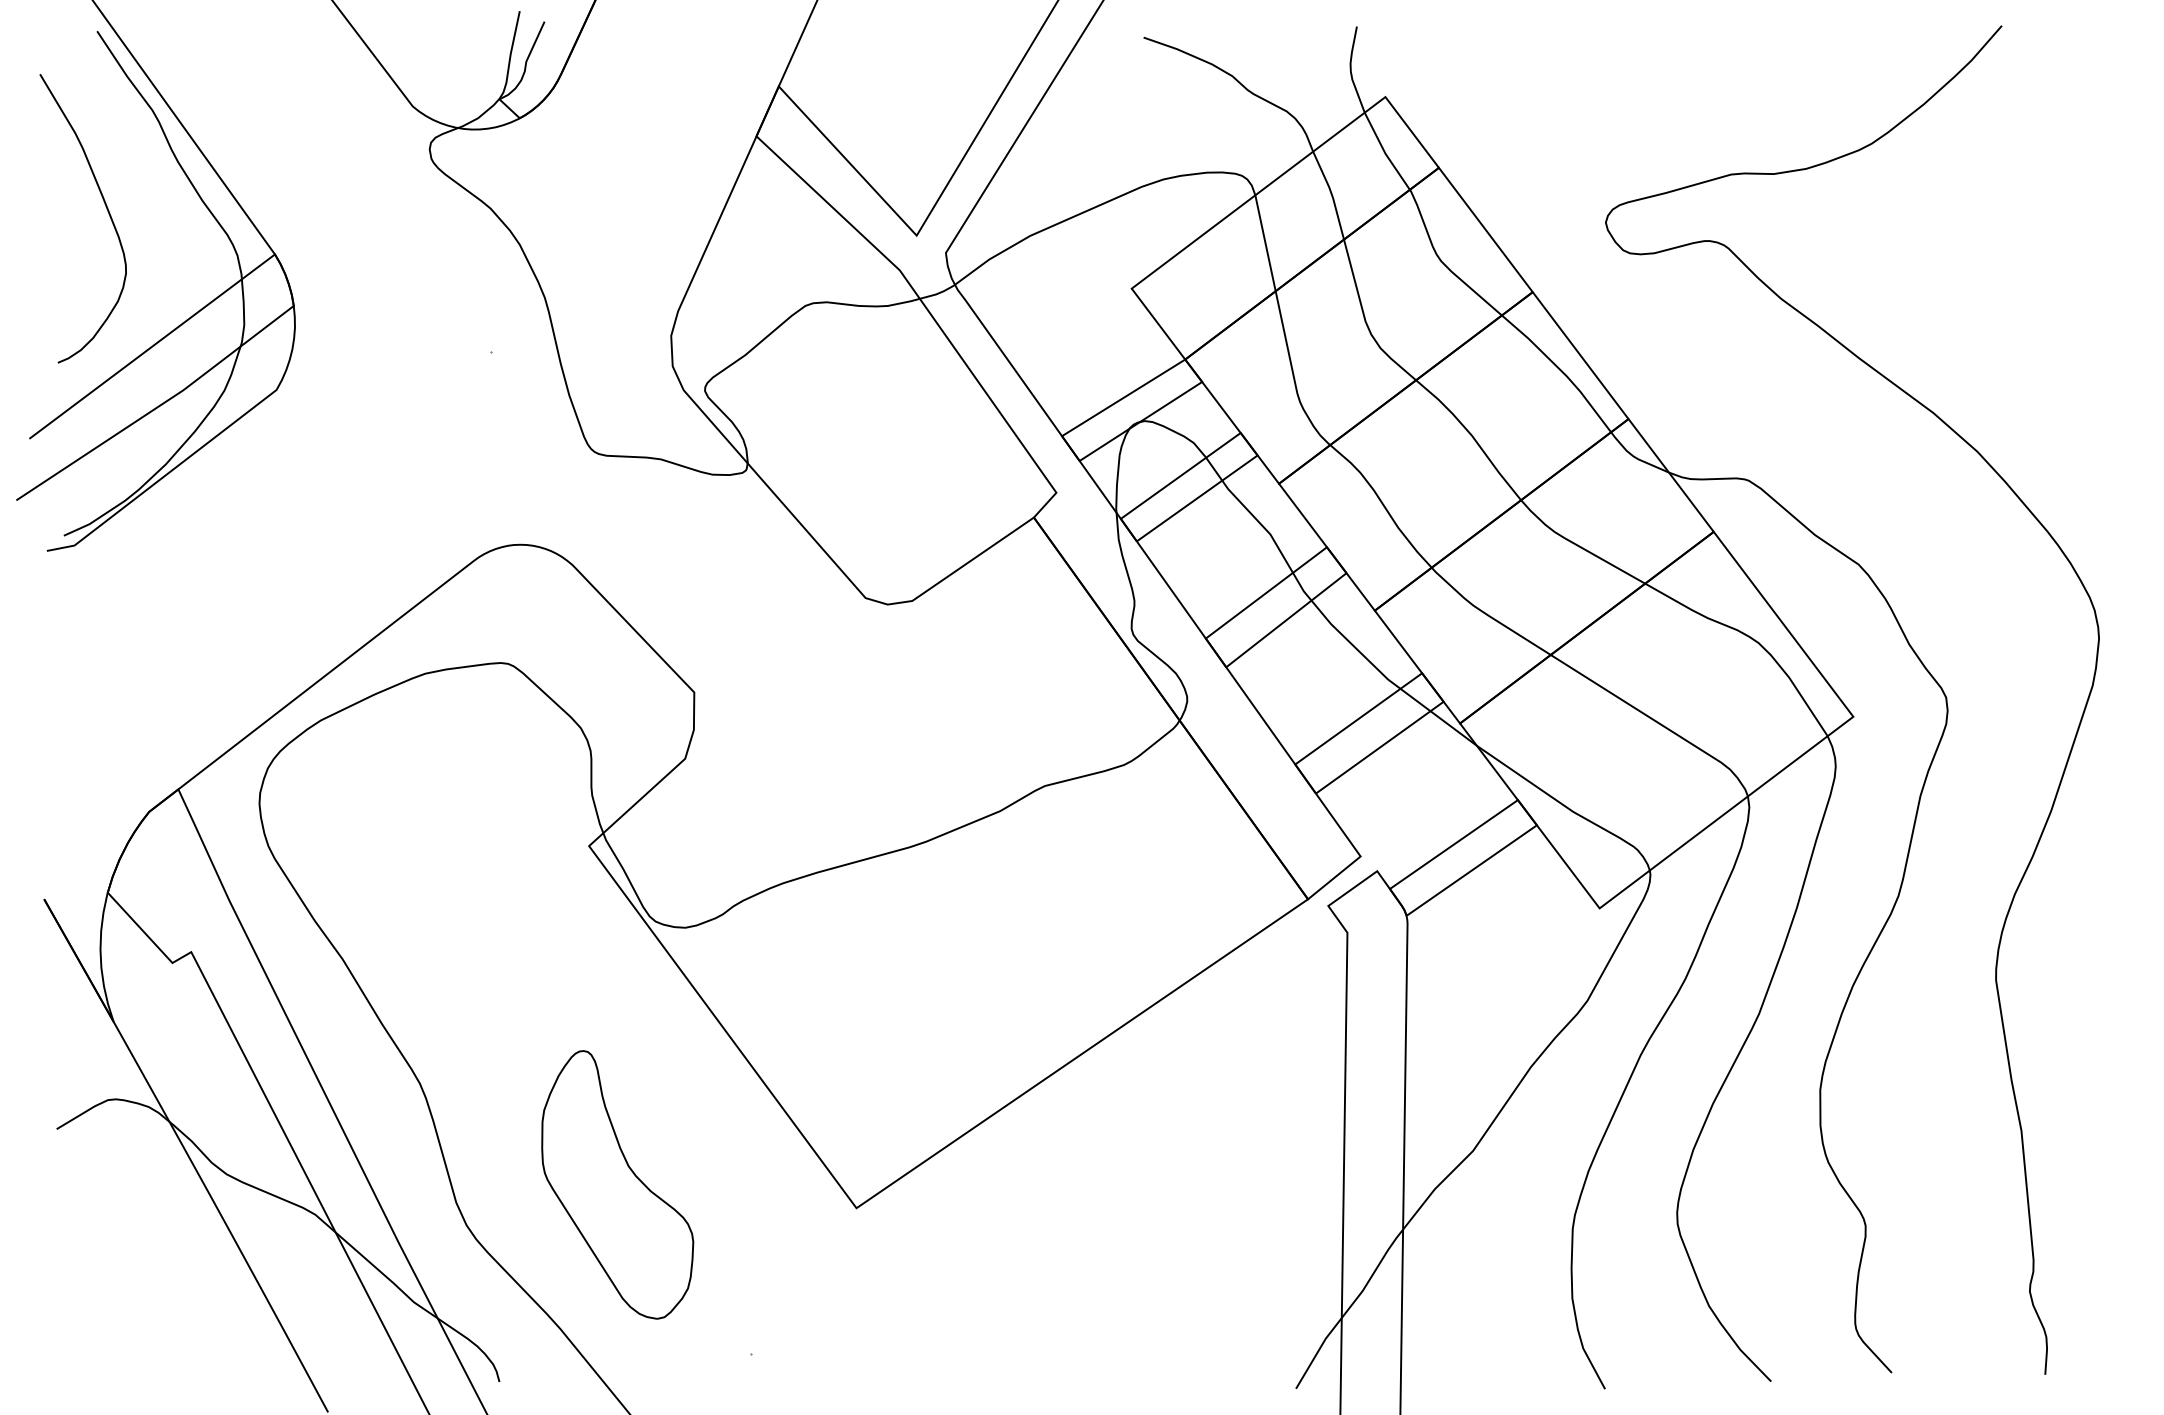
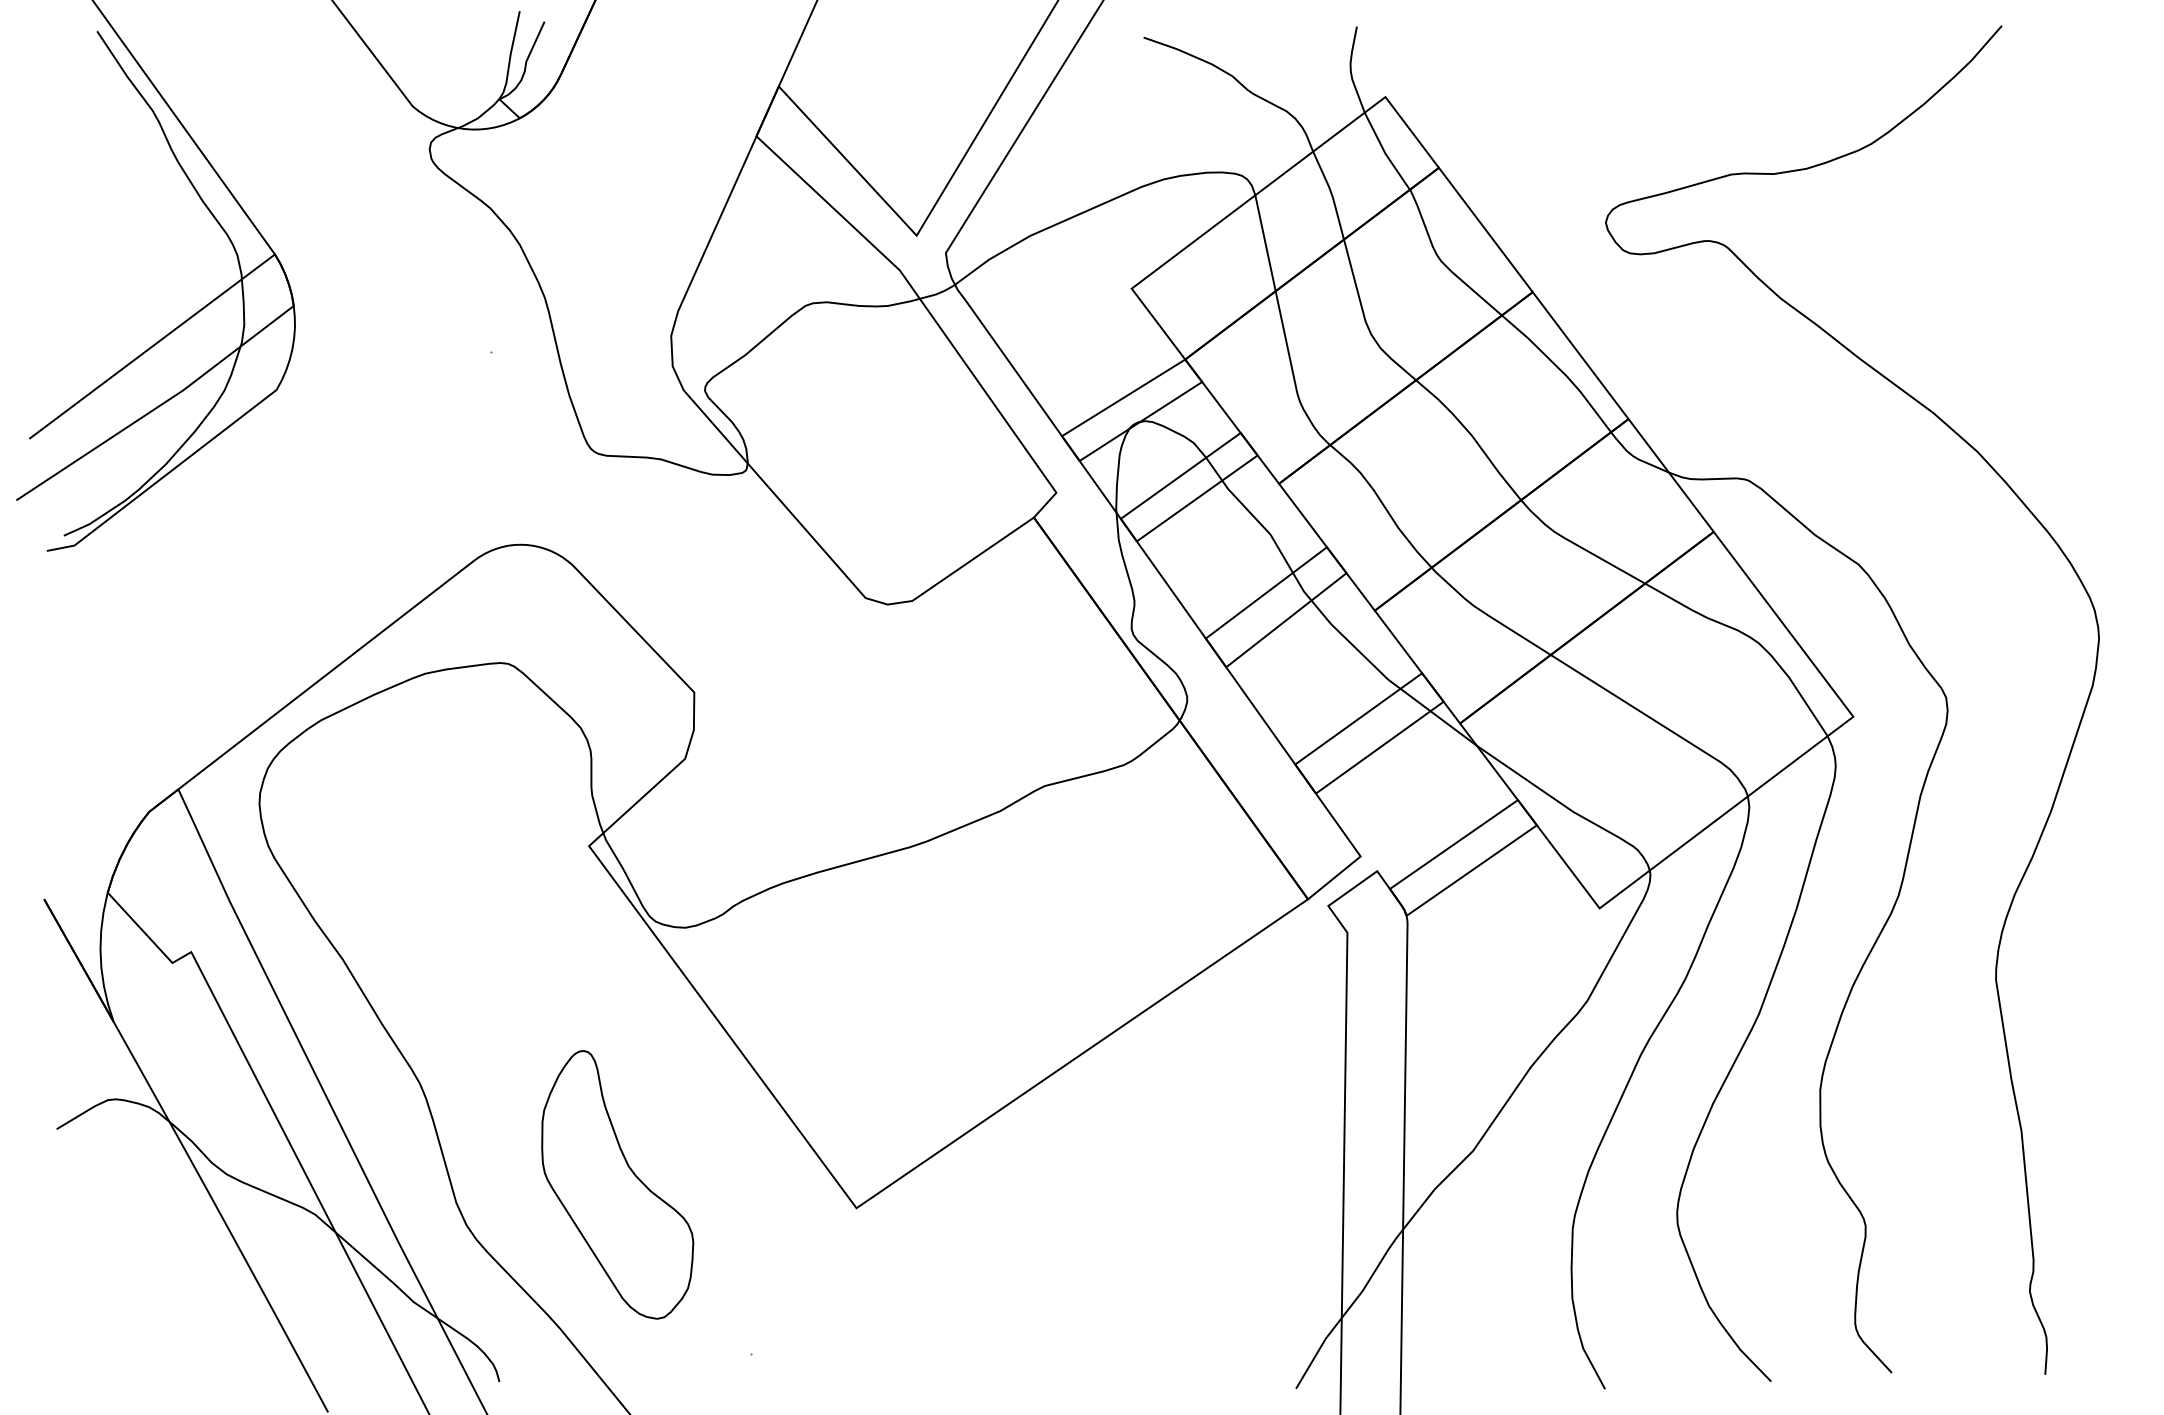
curve at (106, 209): present -> none
